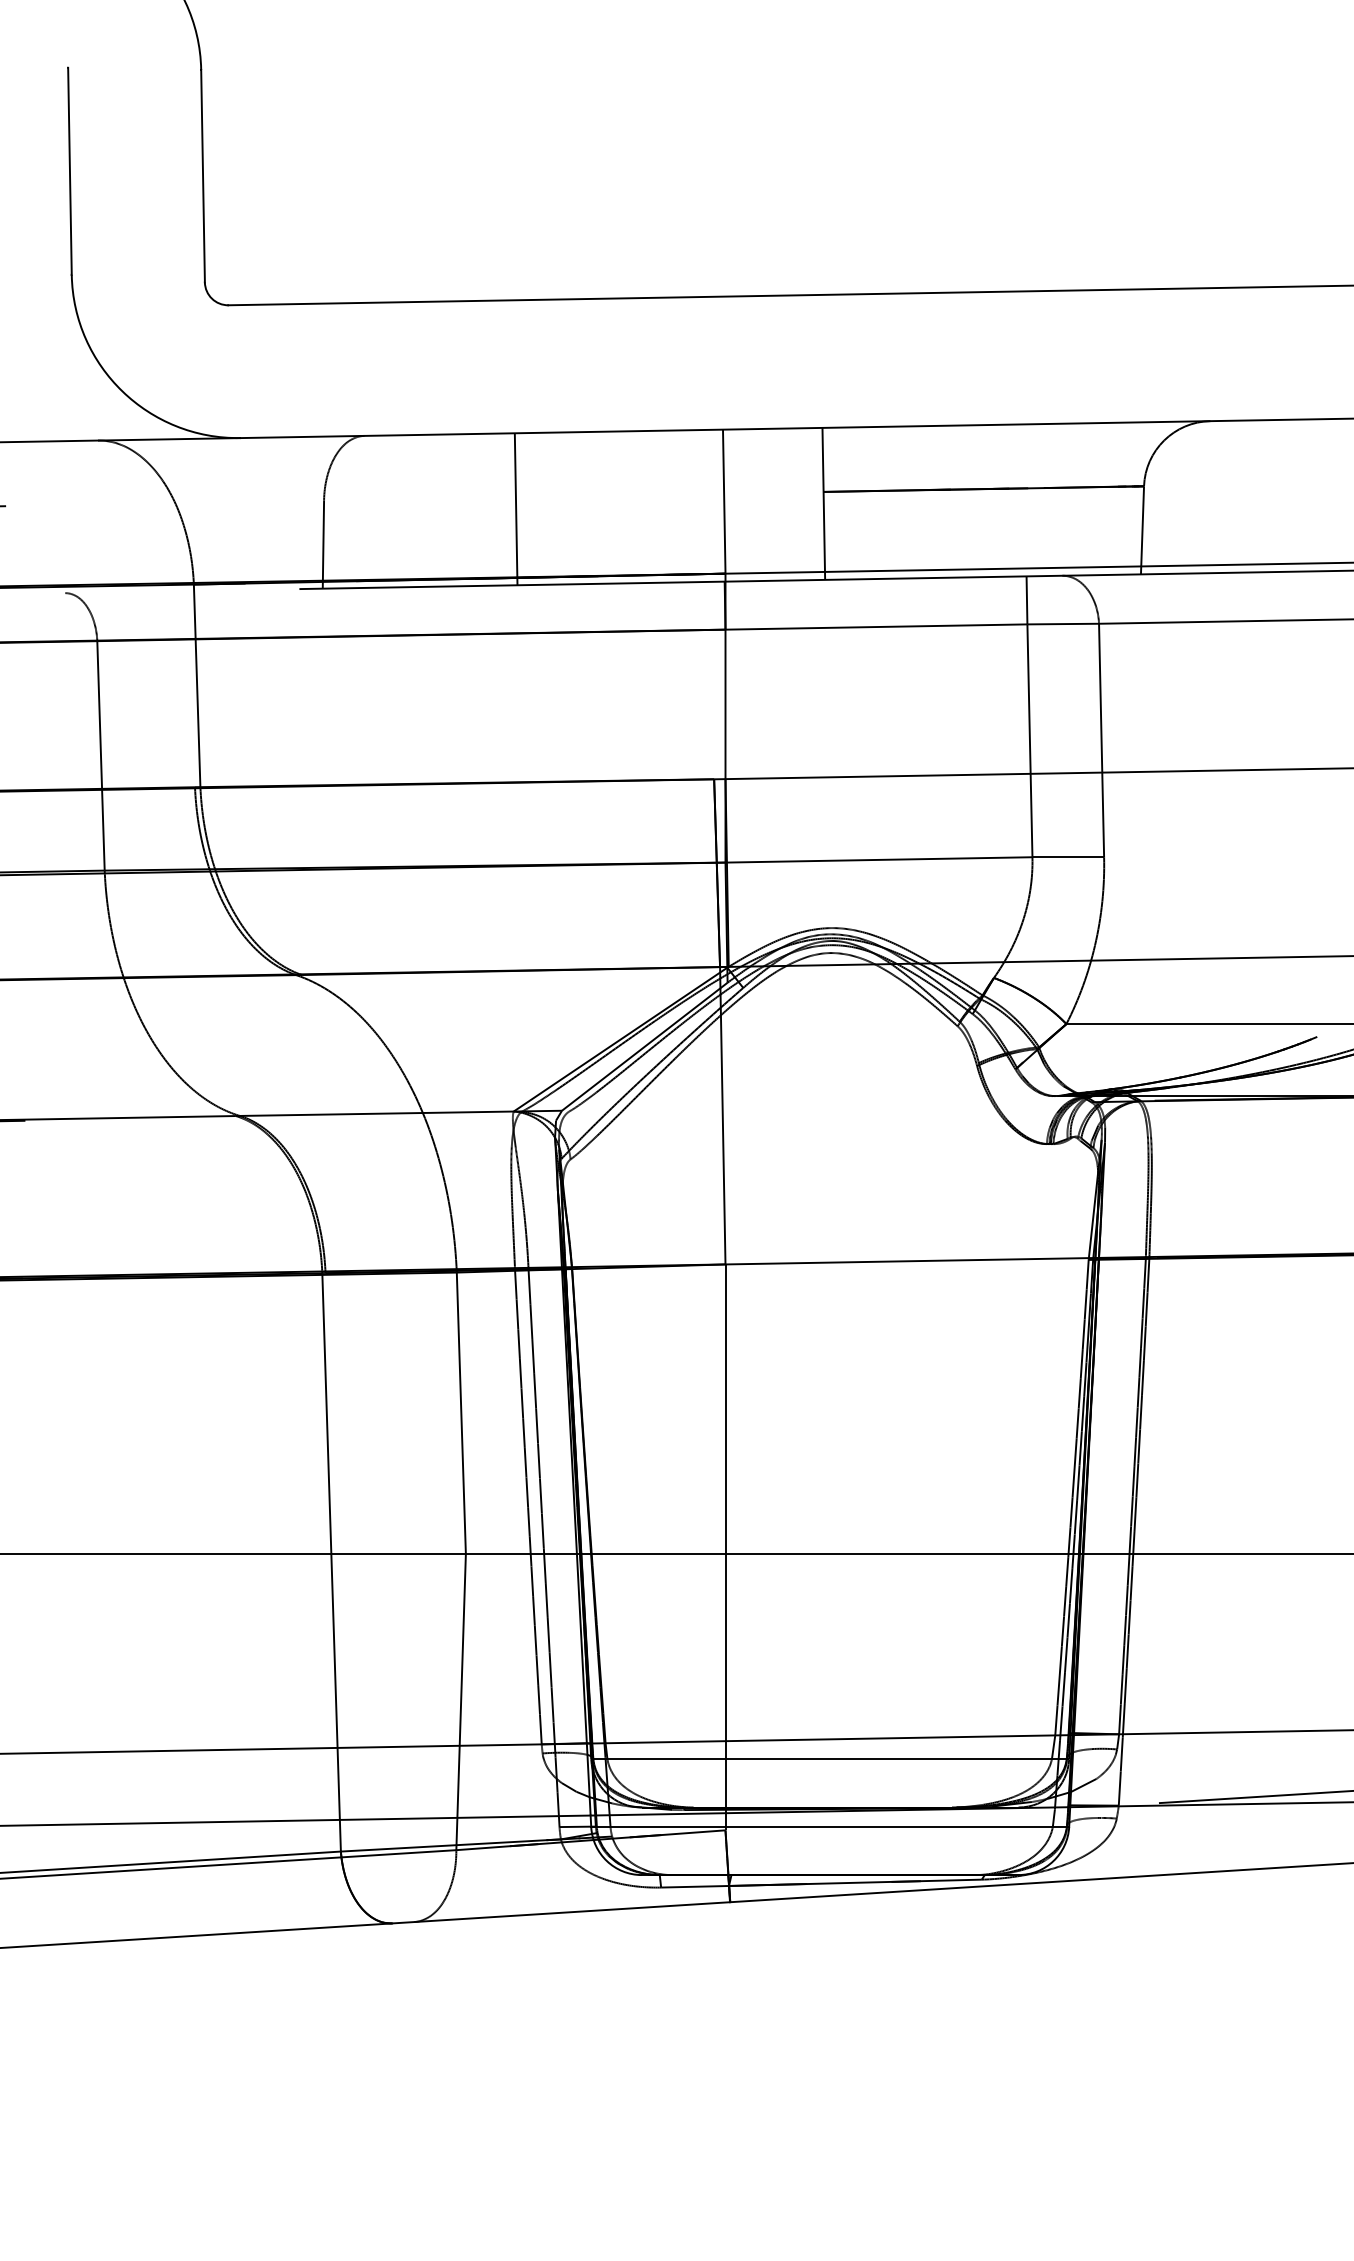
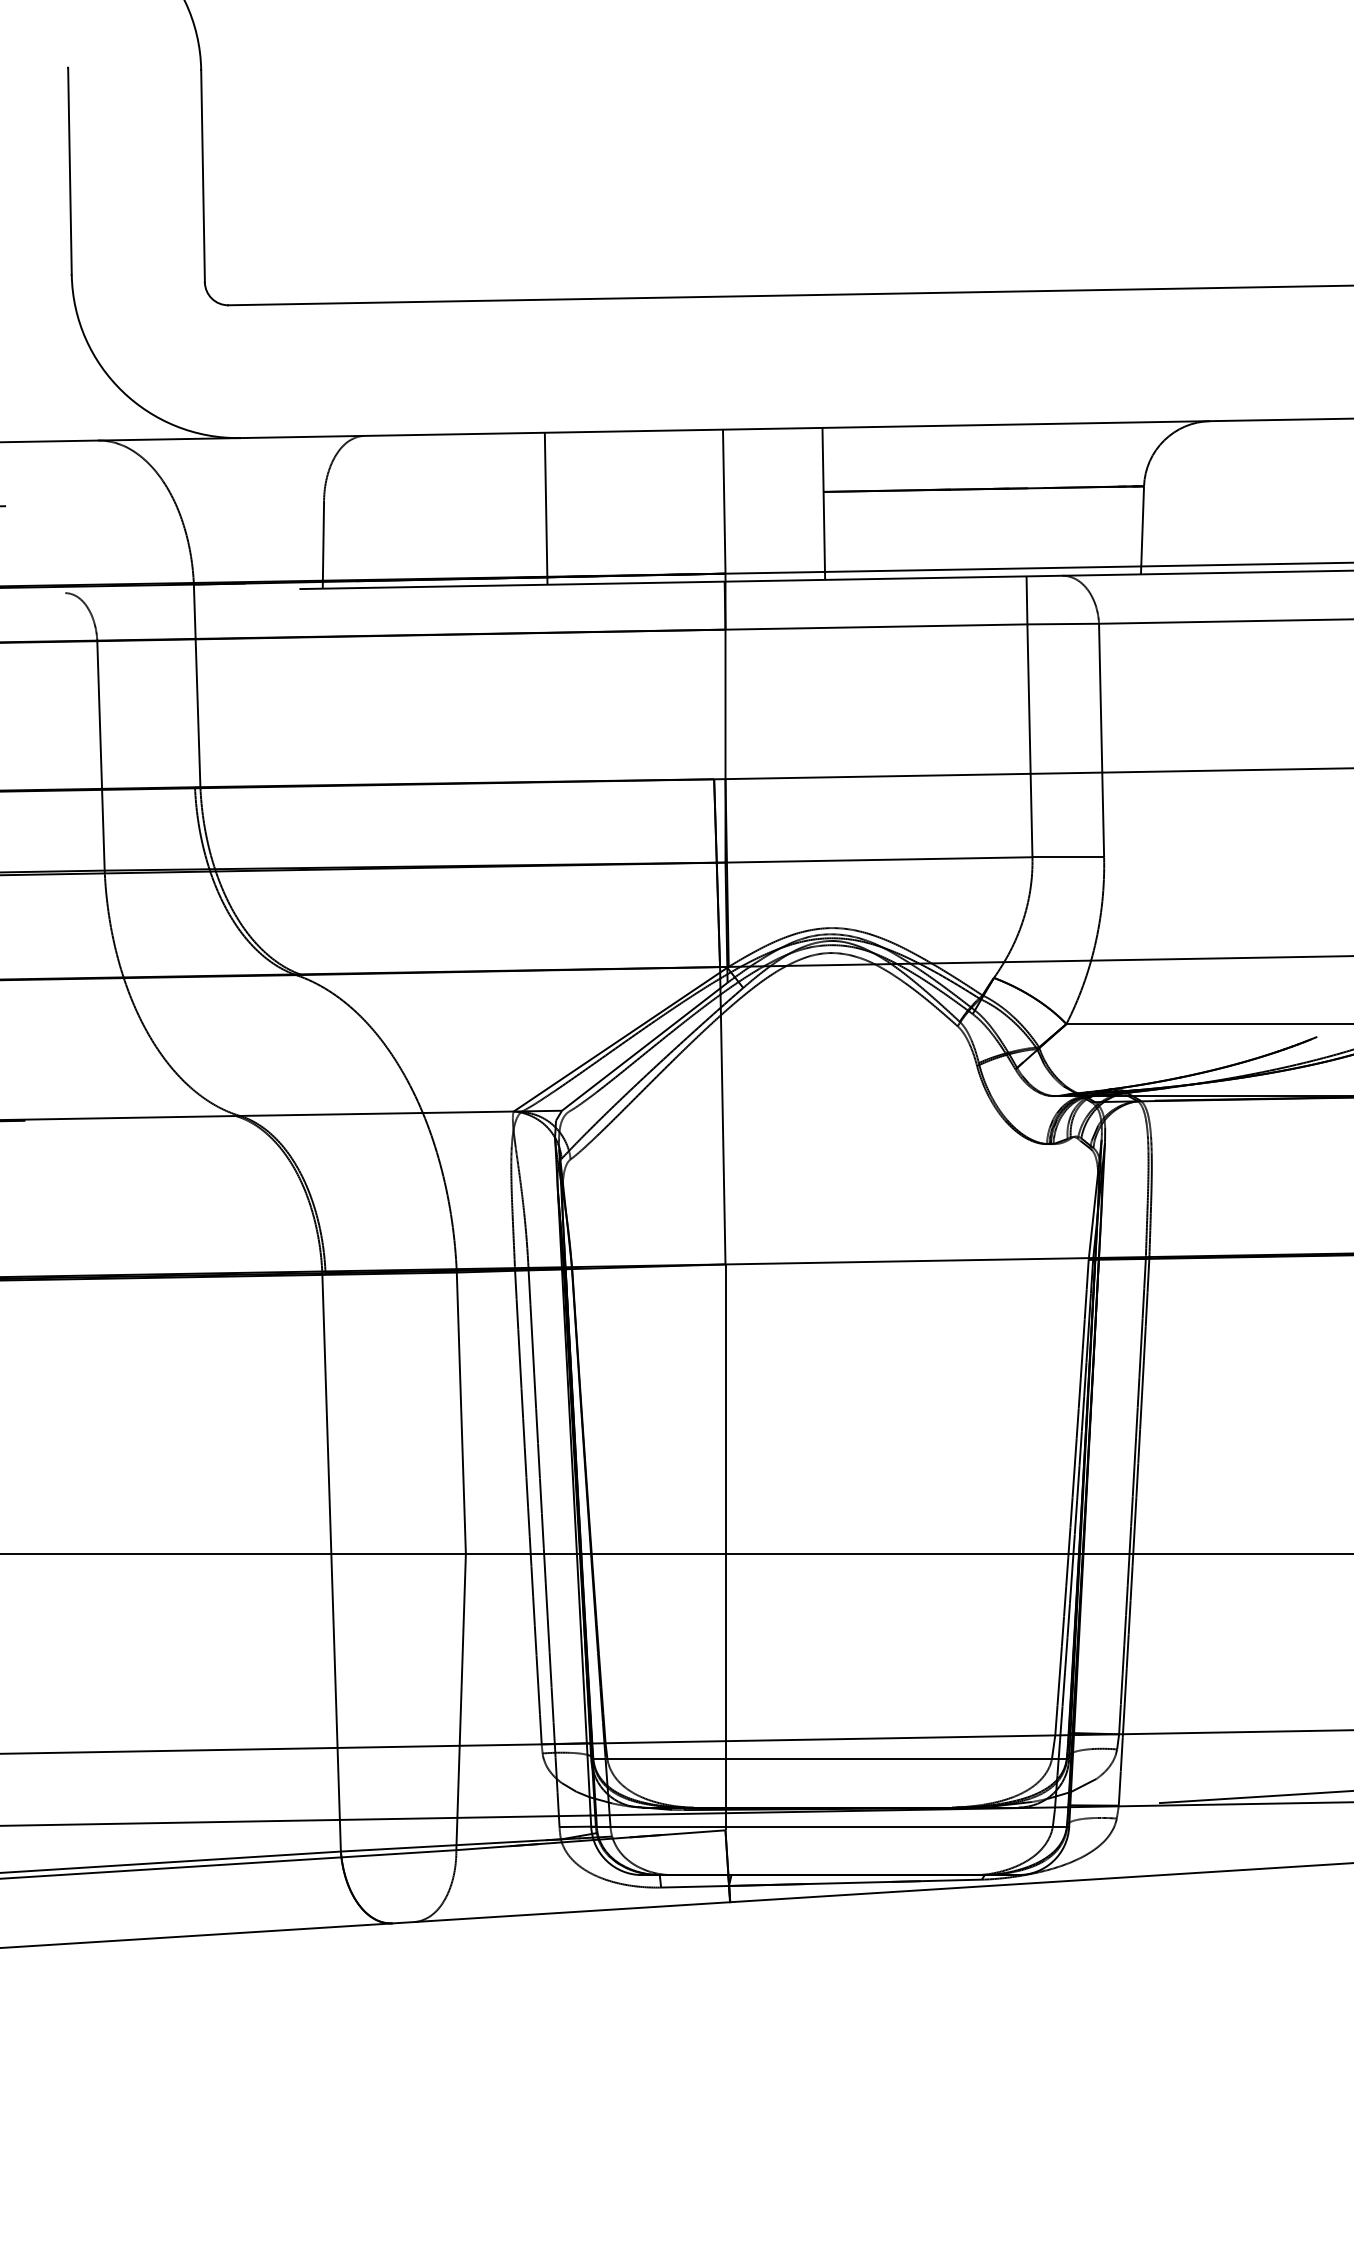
line at (515, 509) position: (515, 509) -> (545, 508)
